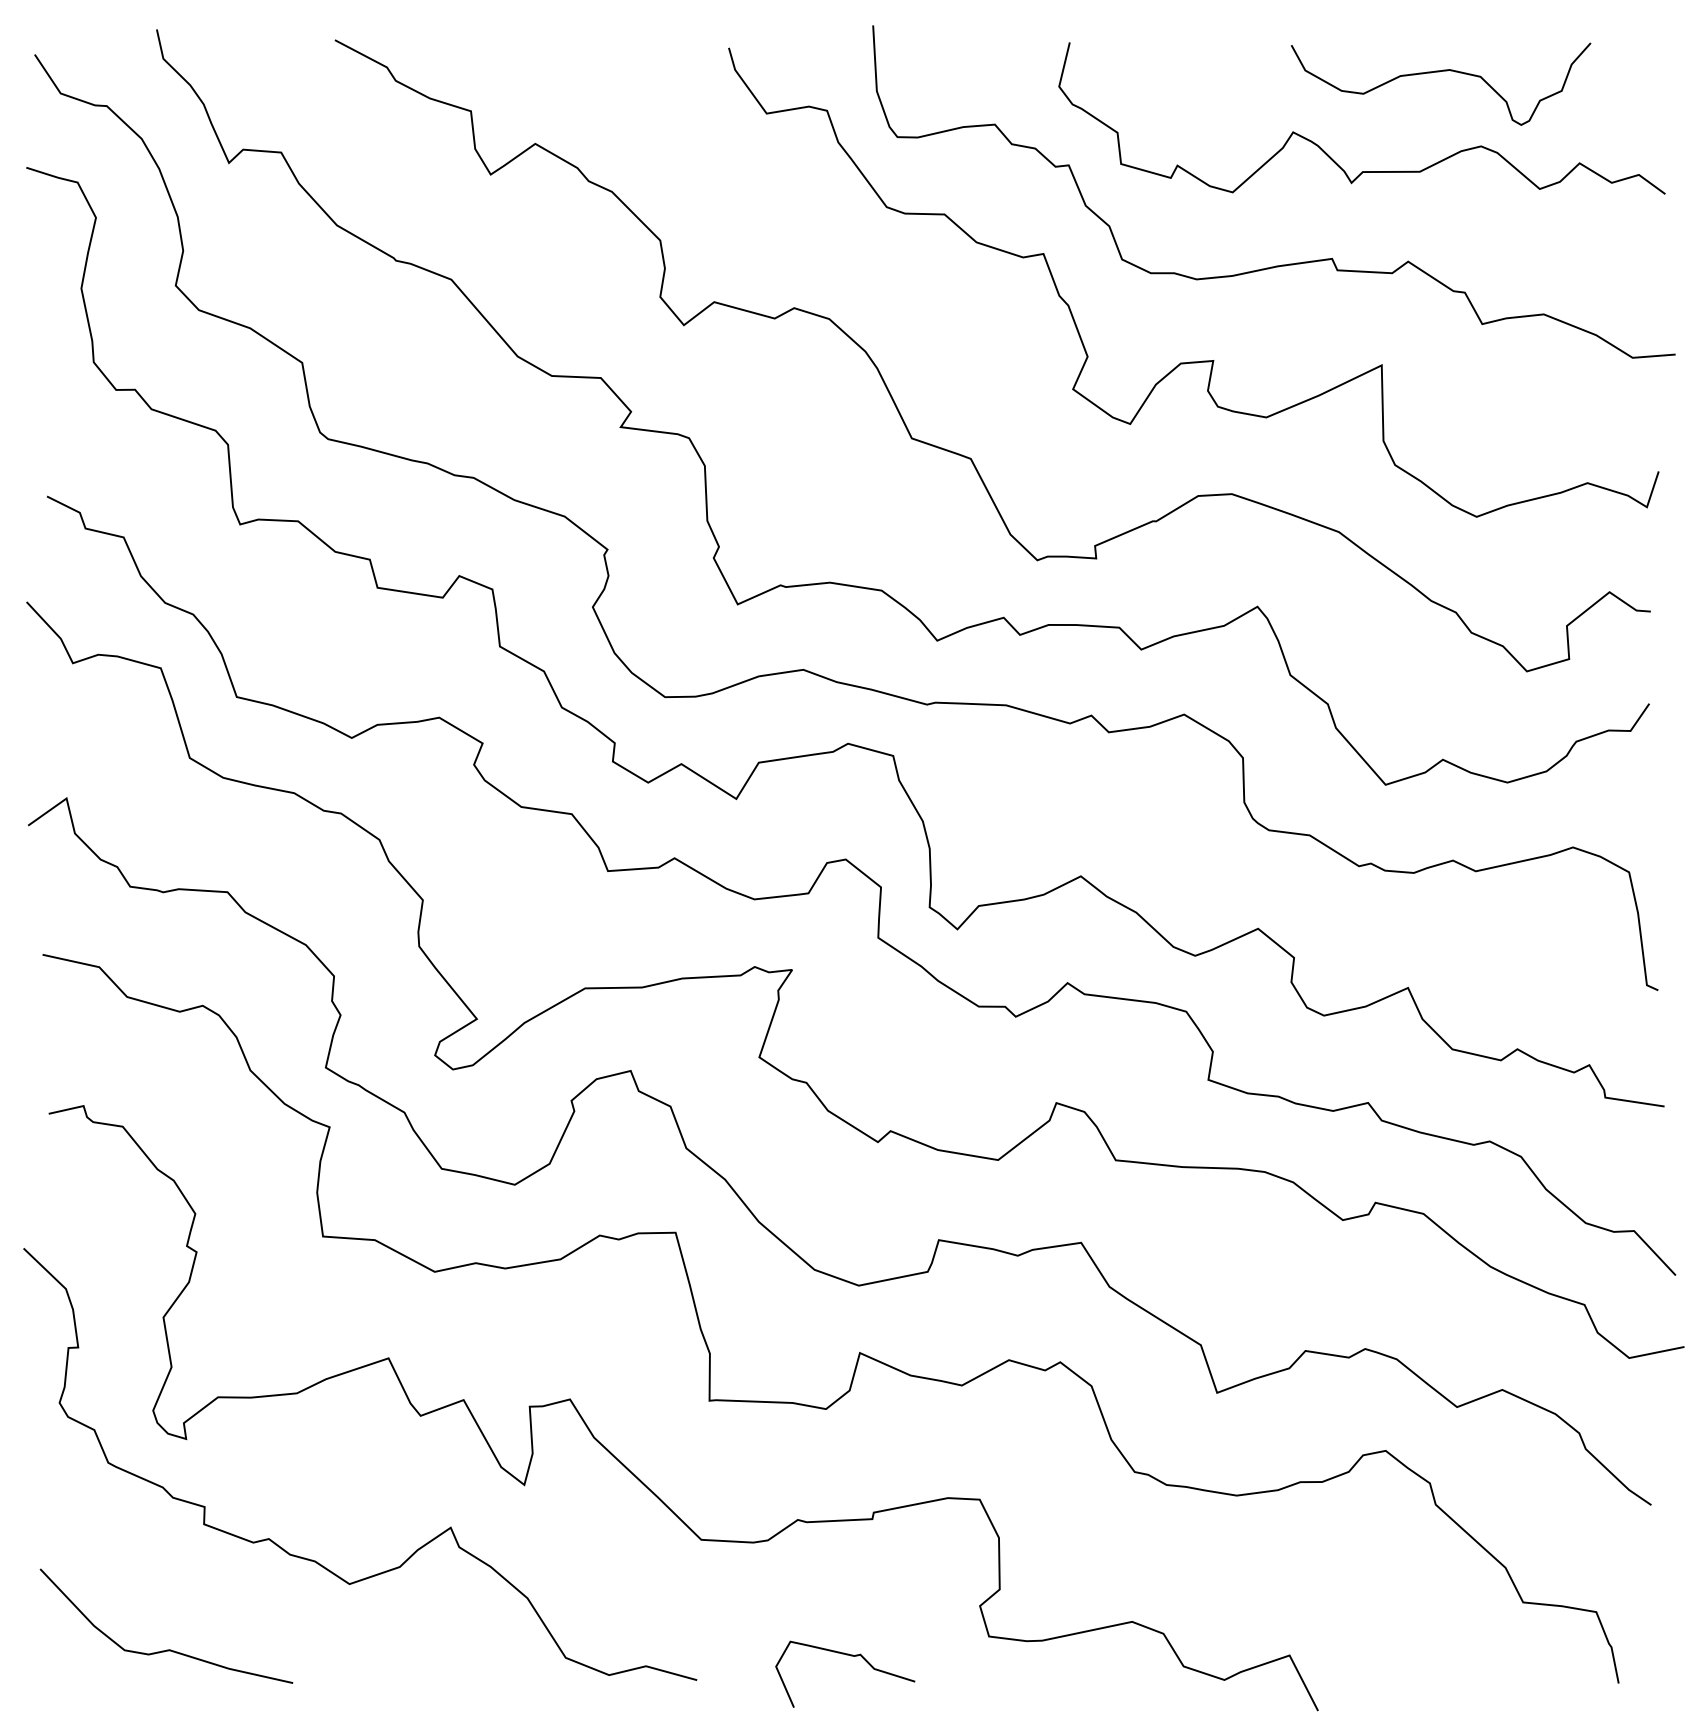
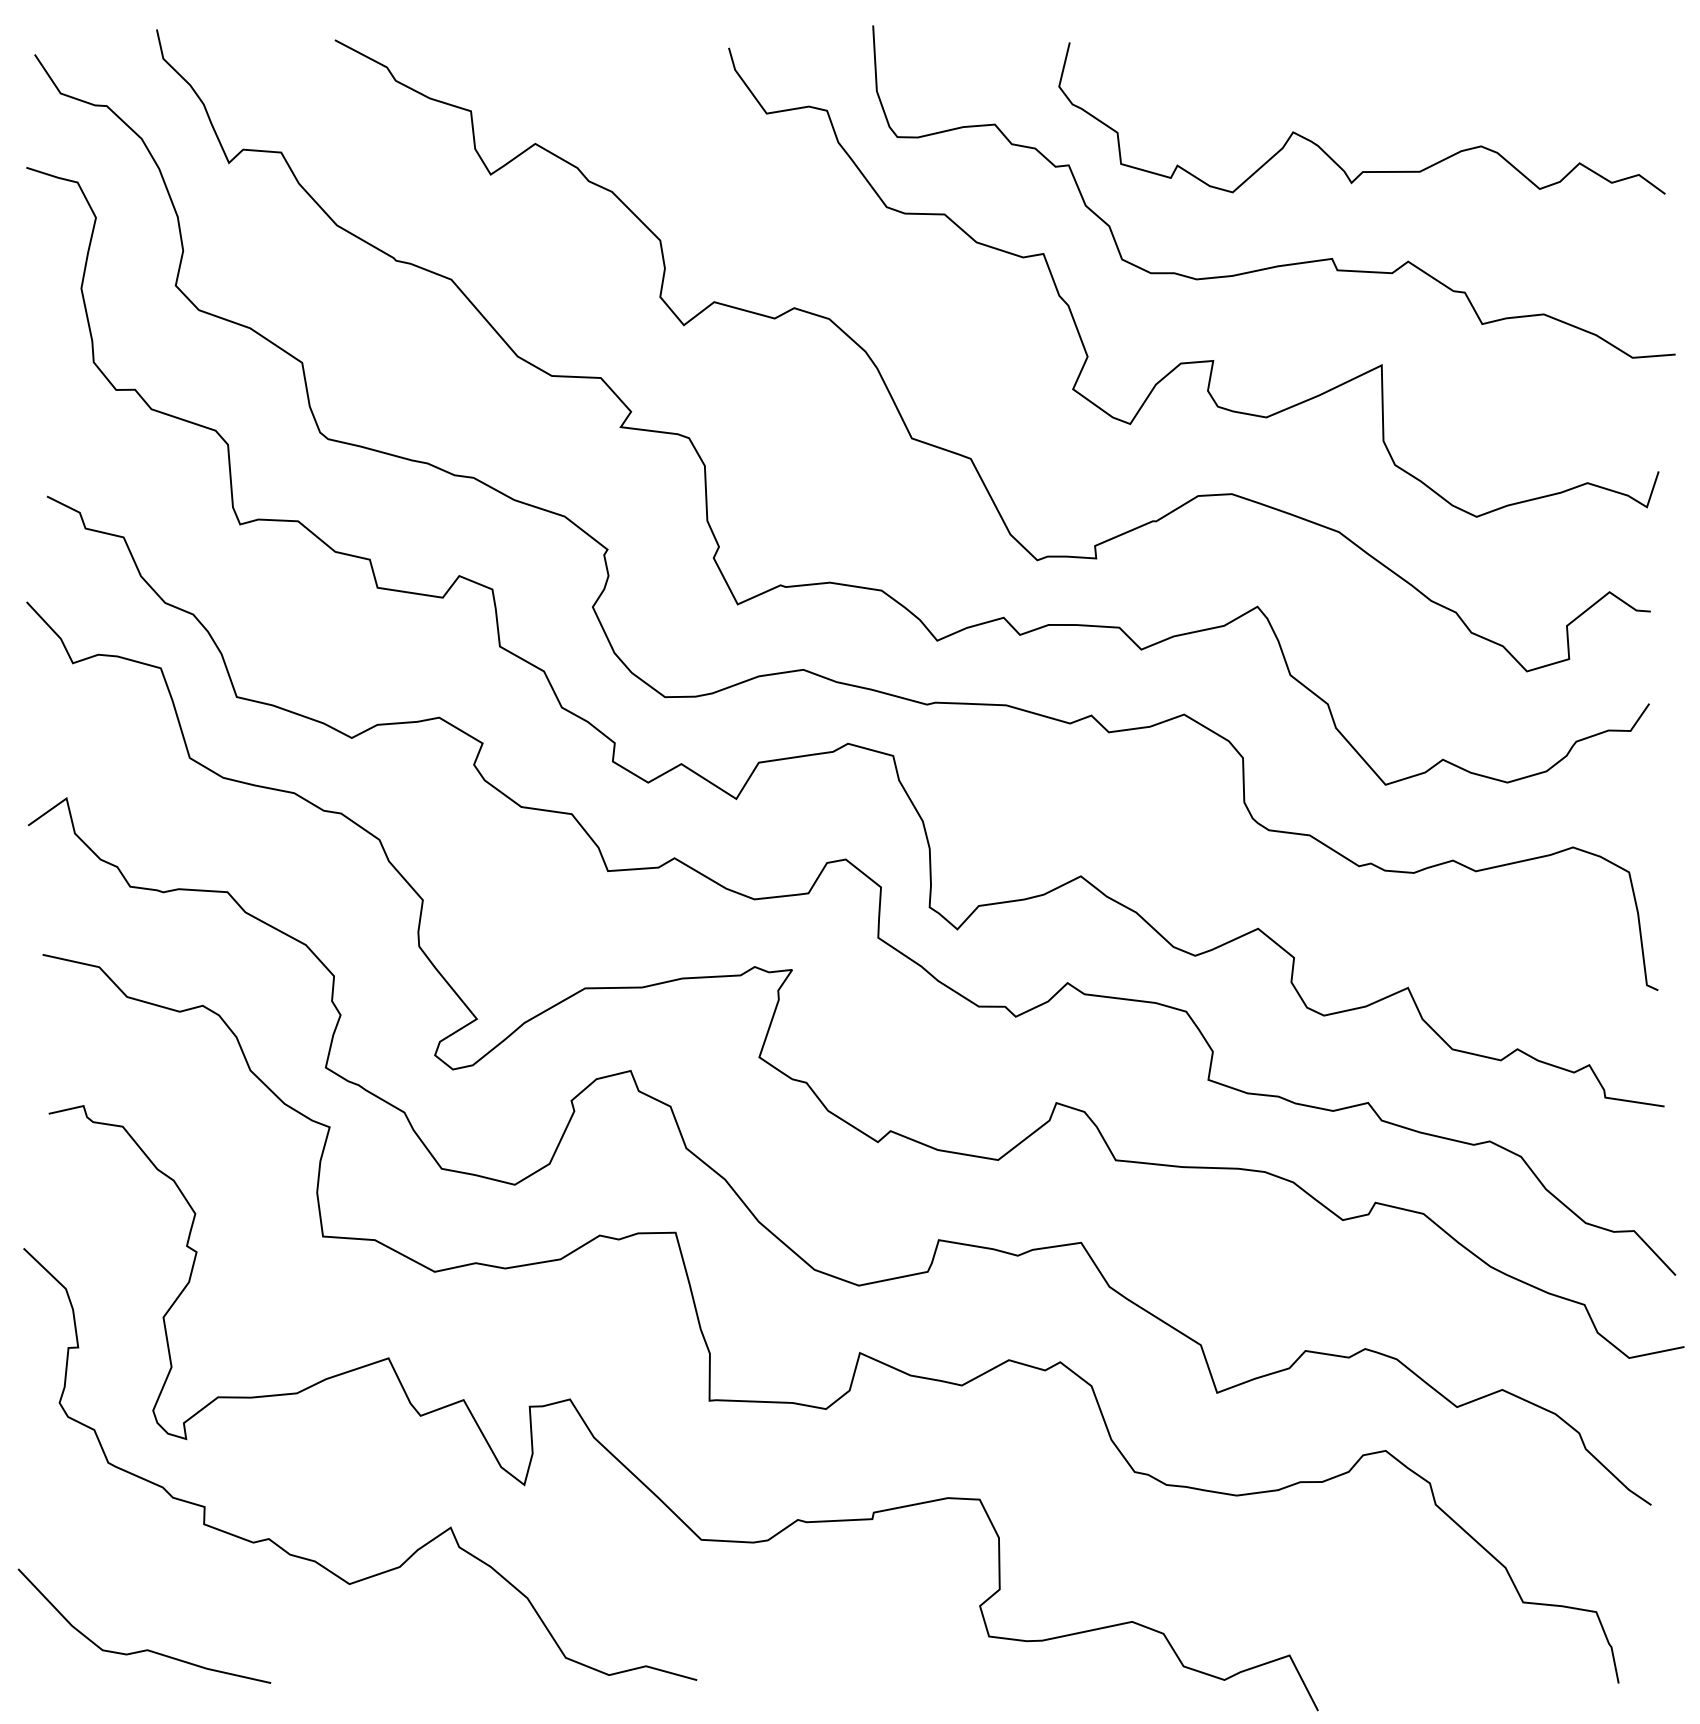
curve at (1439, 72): present -> none
curve at (166, 1649) position: (166, 1649) -> (144, 1649)
curve at (850, 1656): present -> none
